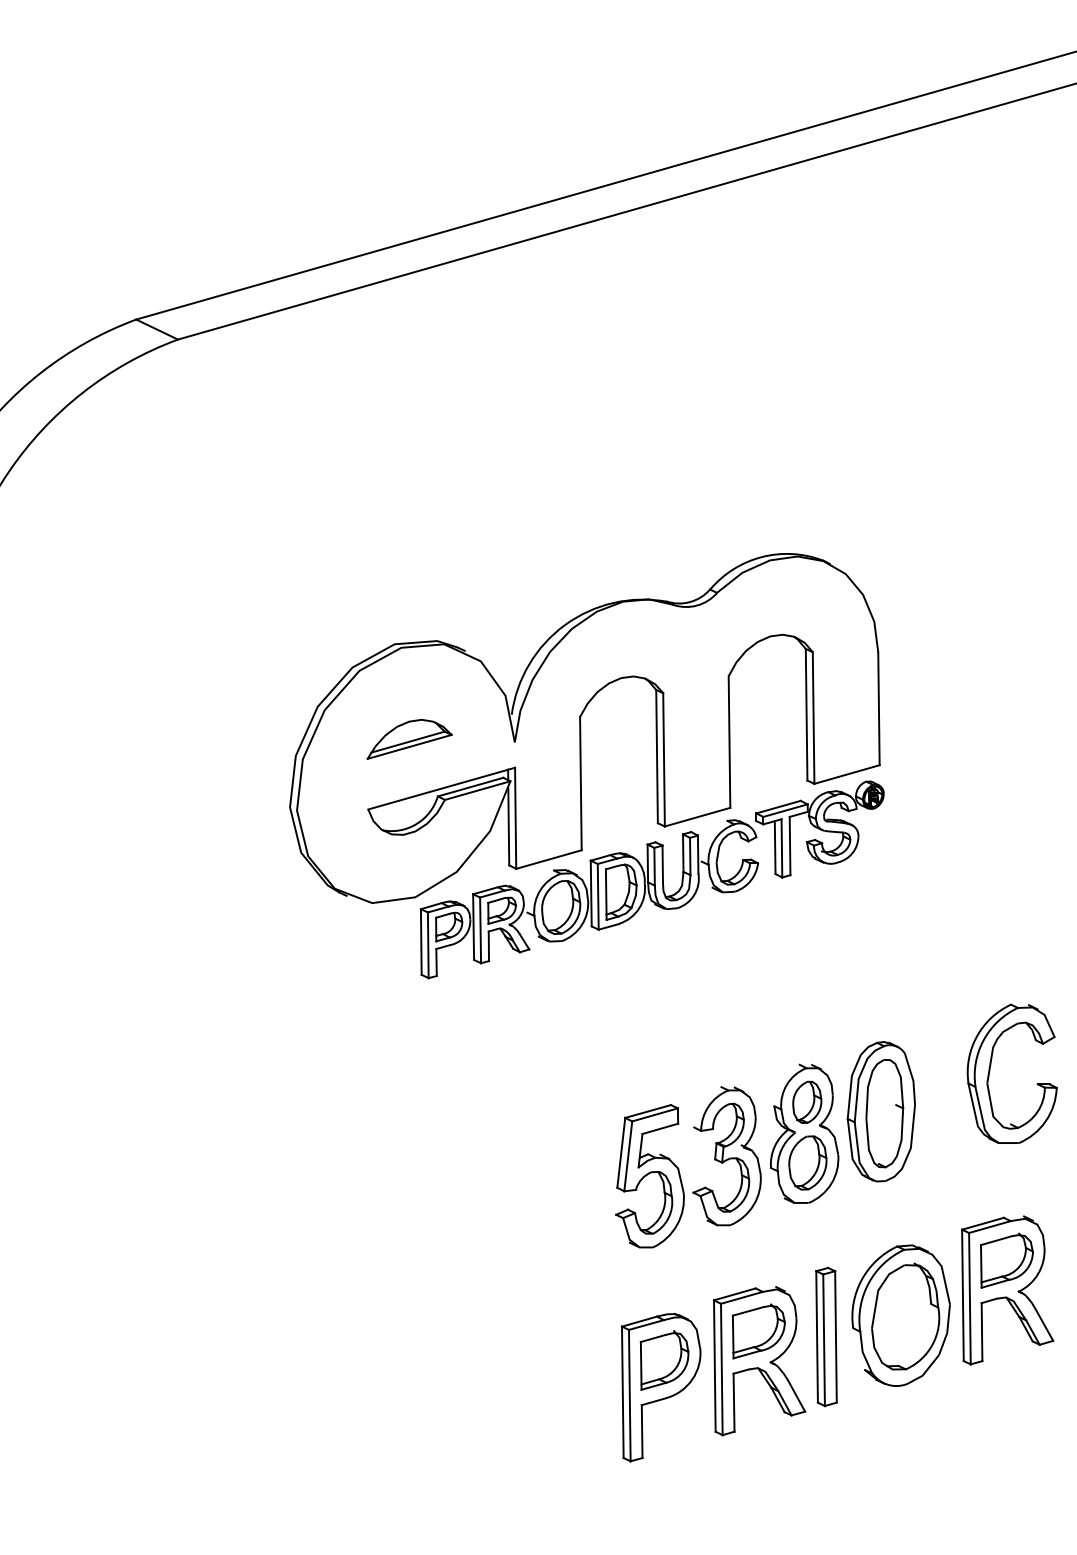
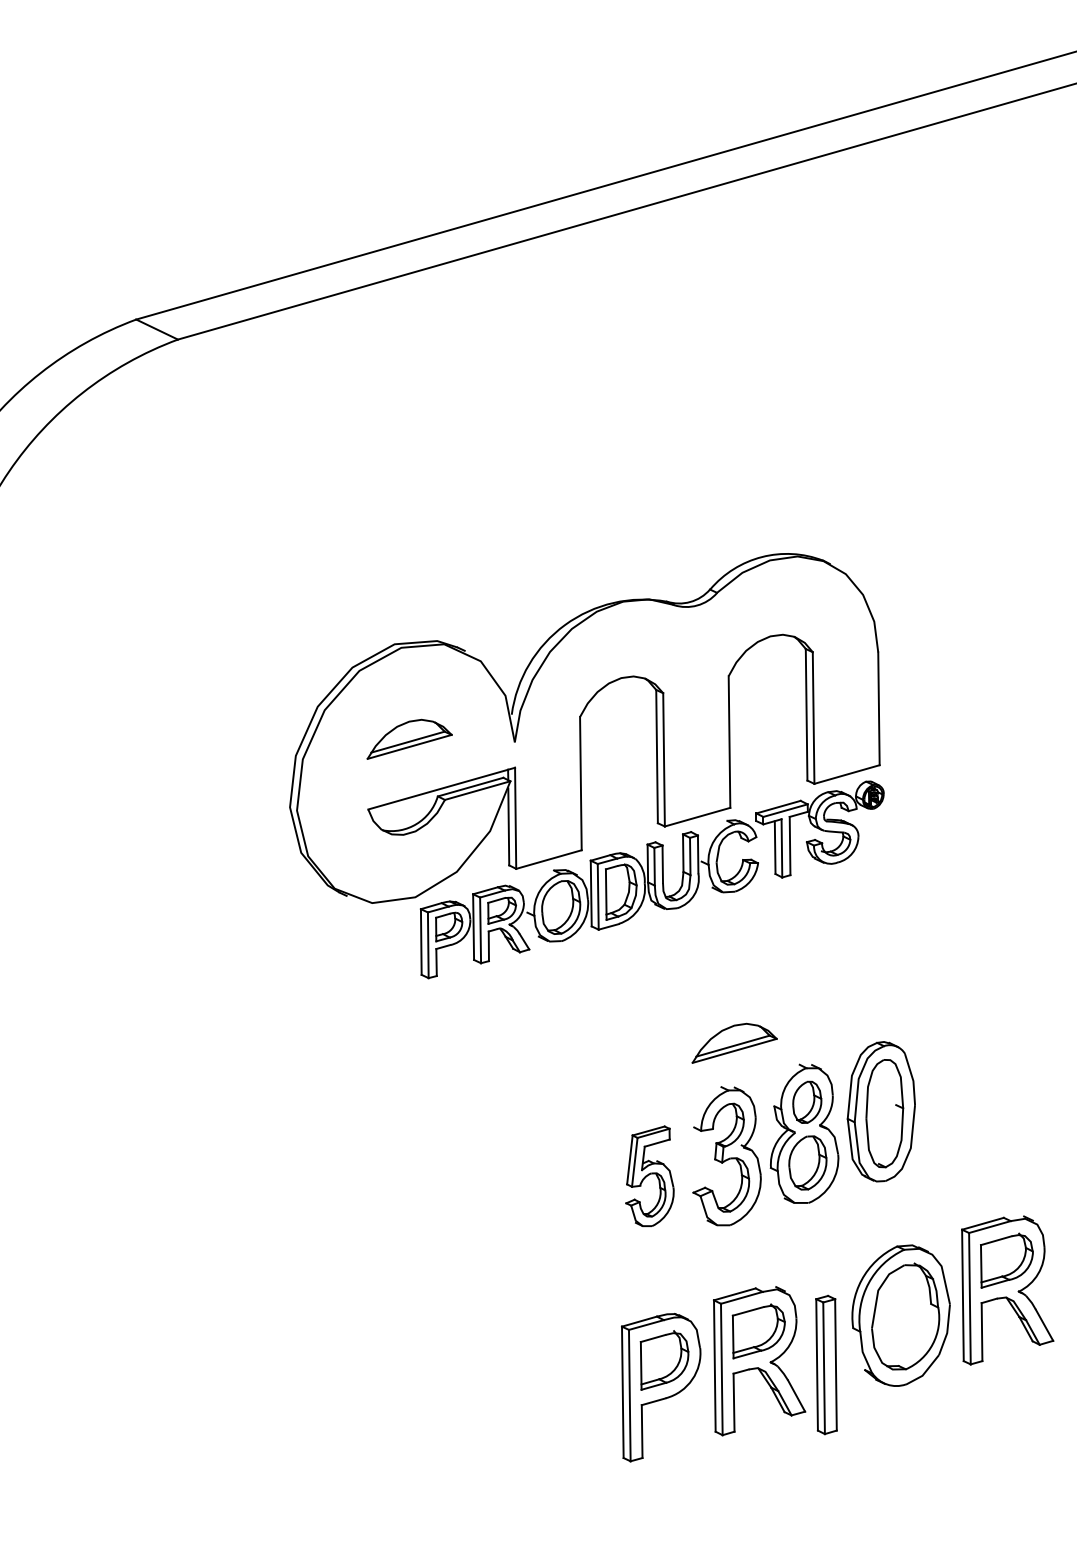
part at (734, 1042): none -> present
part at (990, 1071): present -> none
part at (649, 1176) size: 70x145 px -> 50x102 px
part at (826, 1336) position: (826, 1336) -> (826, 1364)
